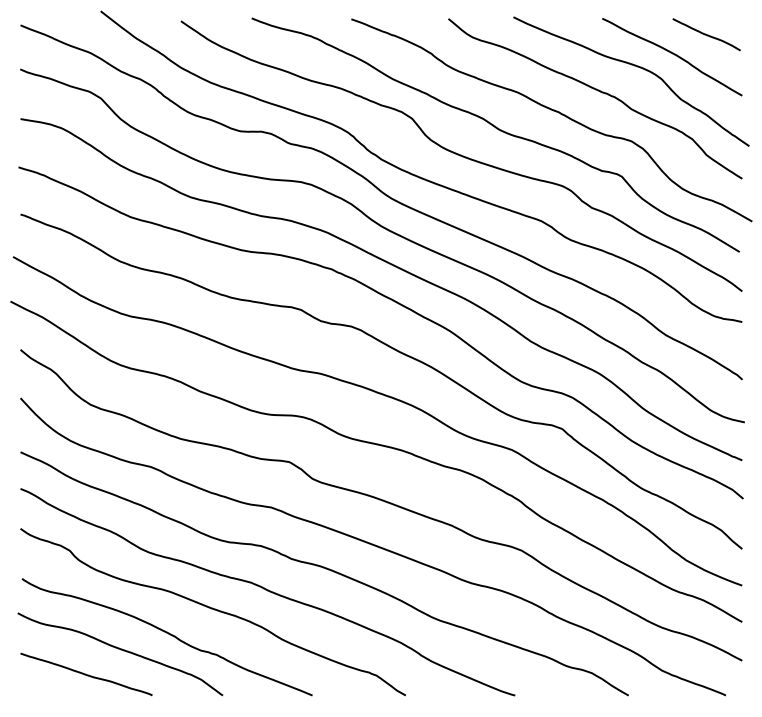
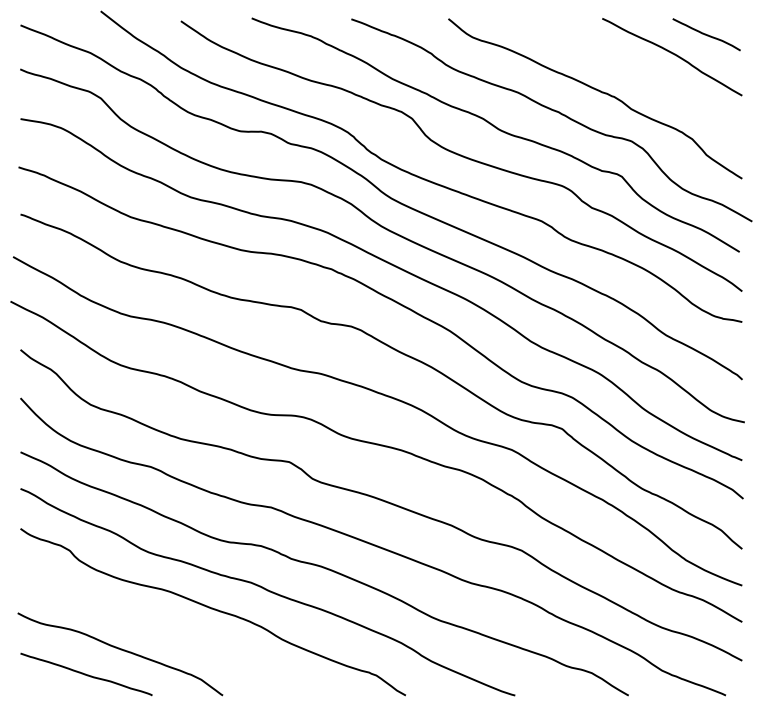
curve at (637, 67): present -> none
curve at (168, 634): present -> none
